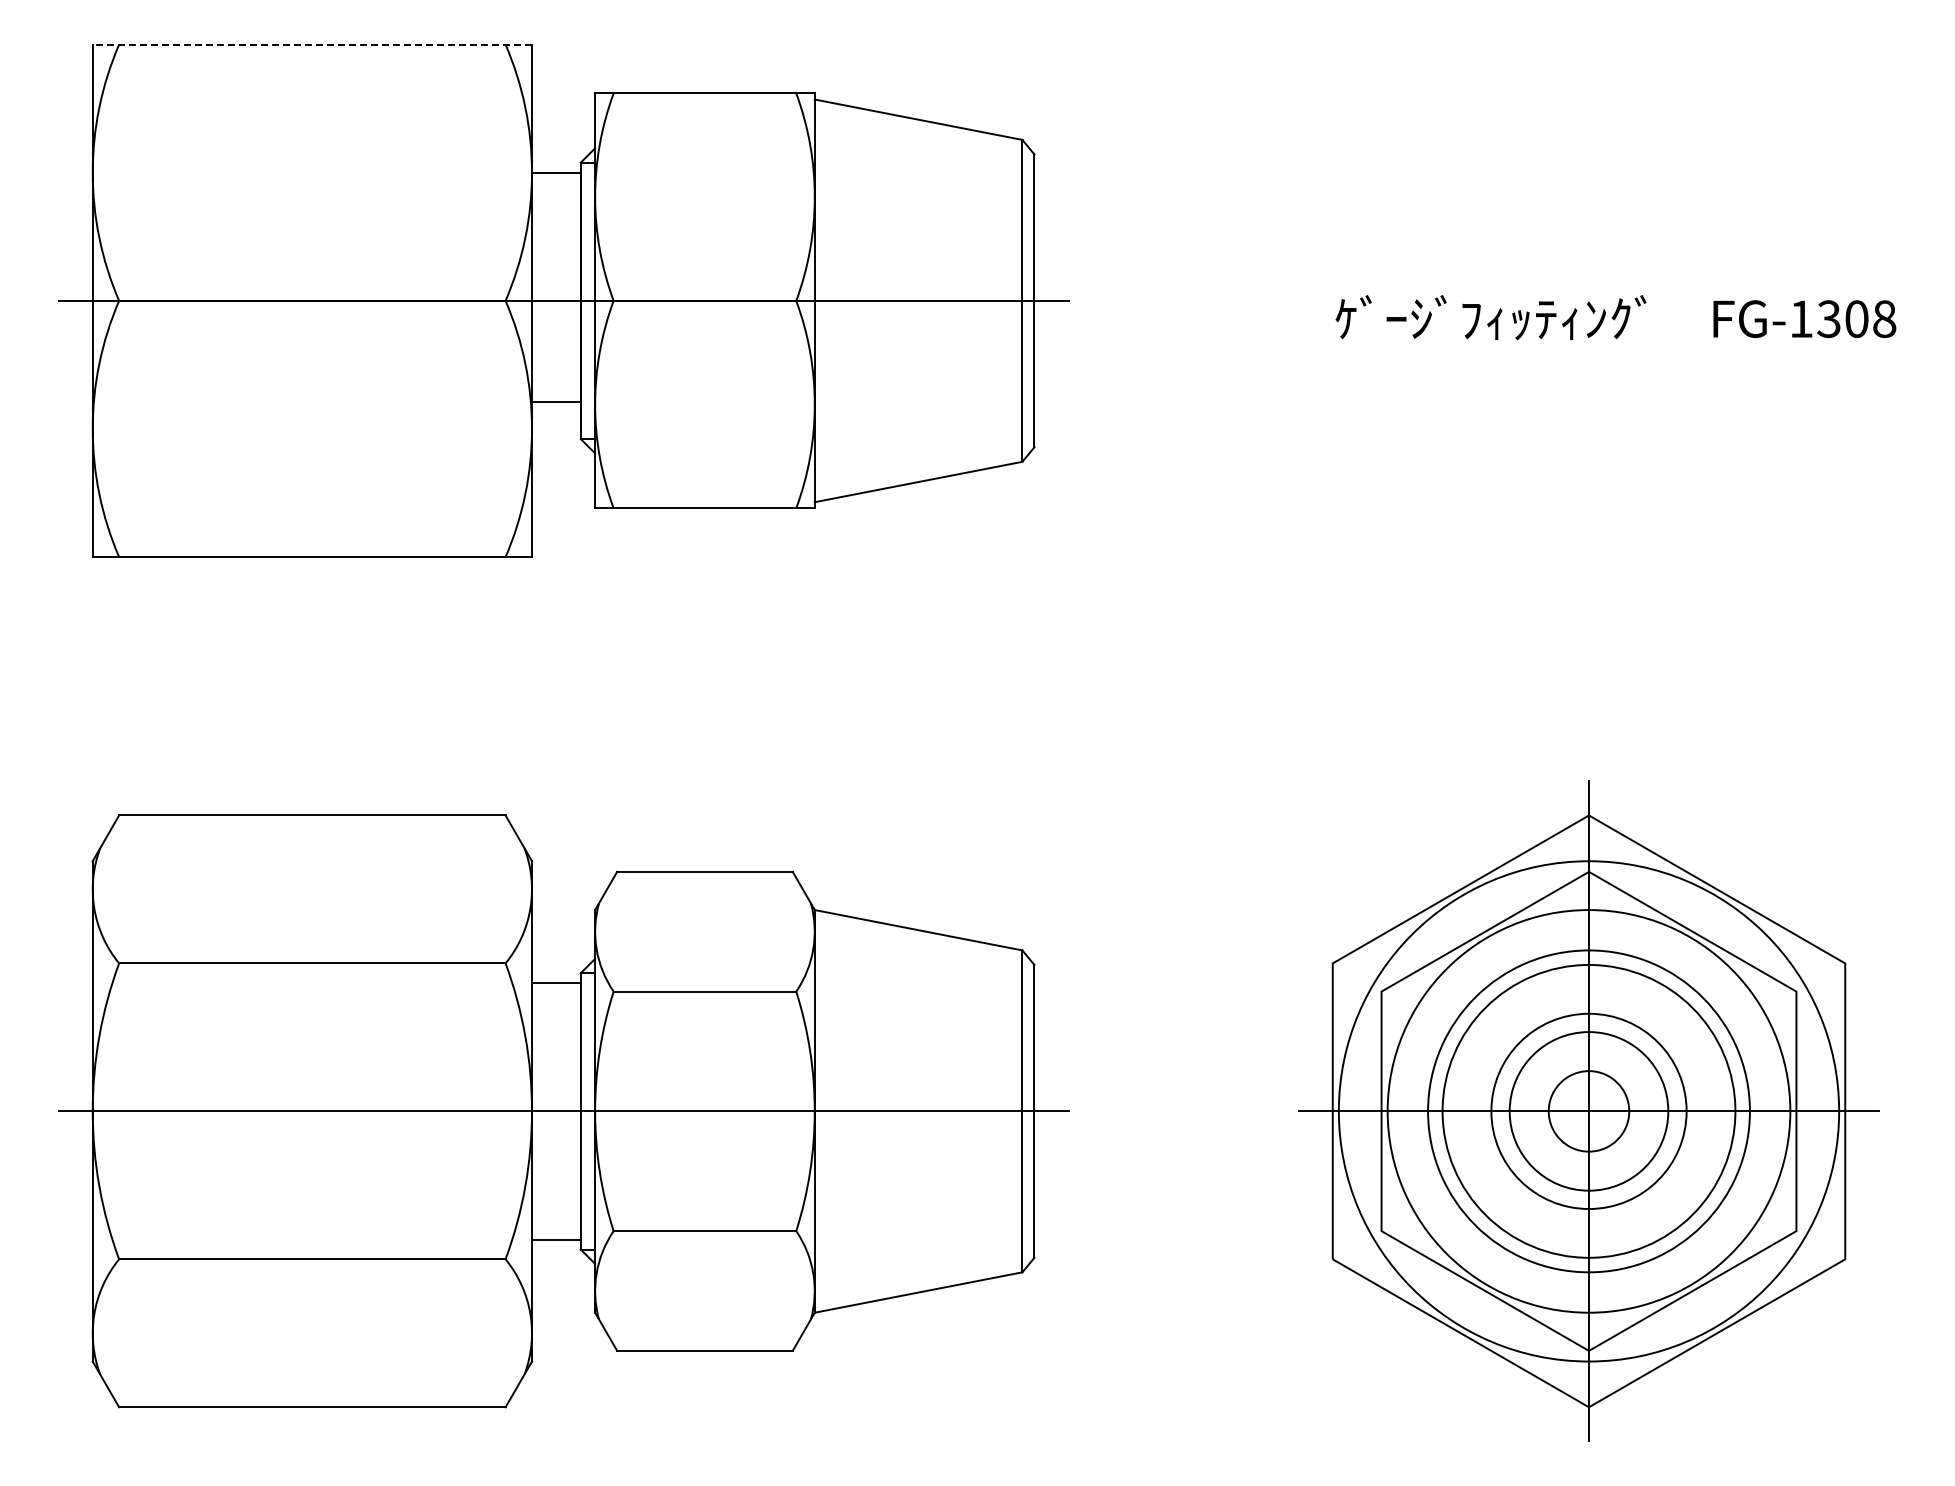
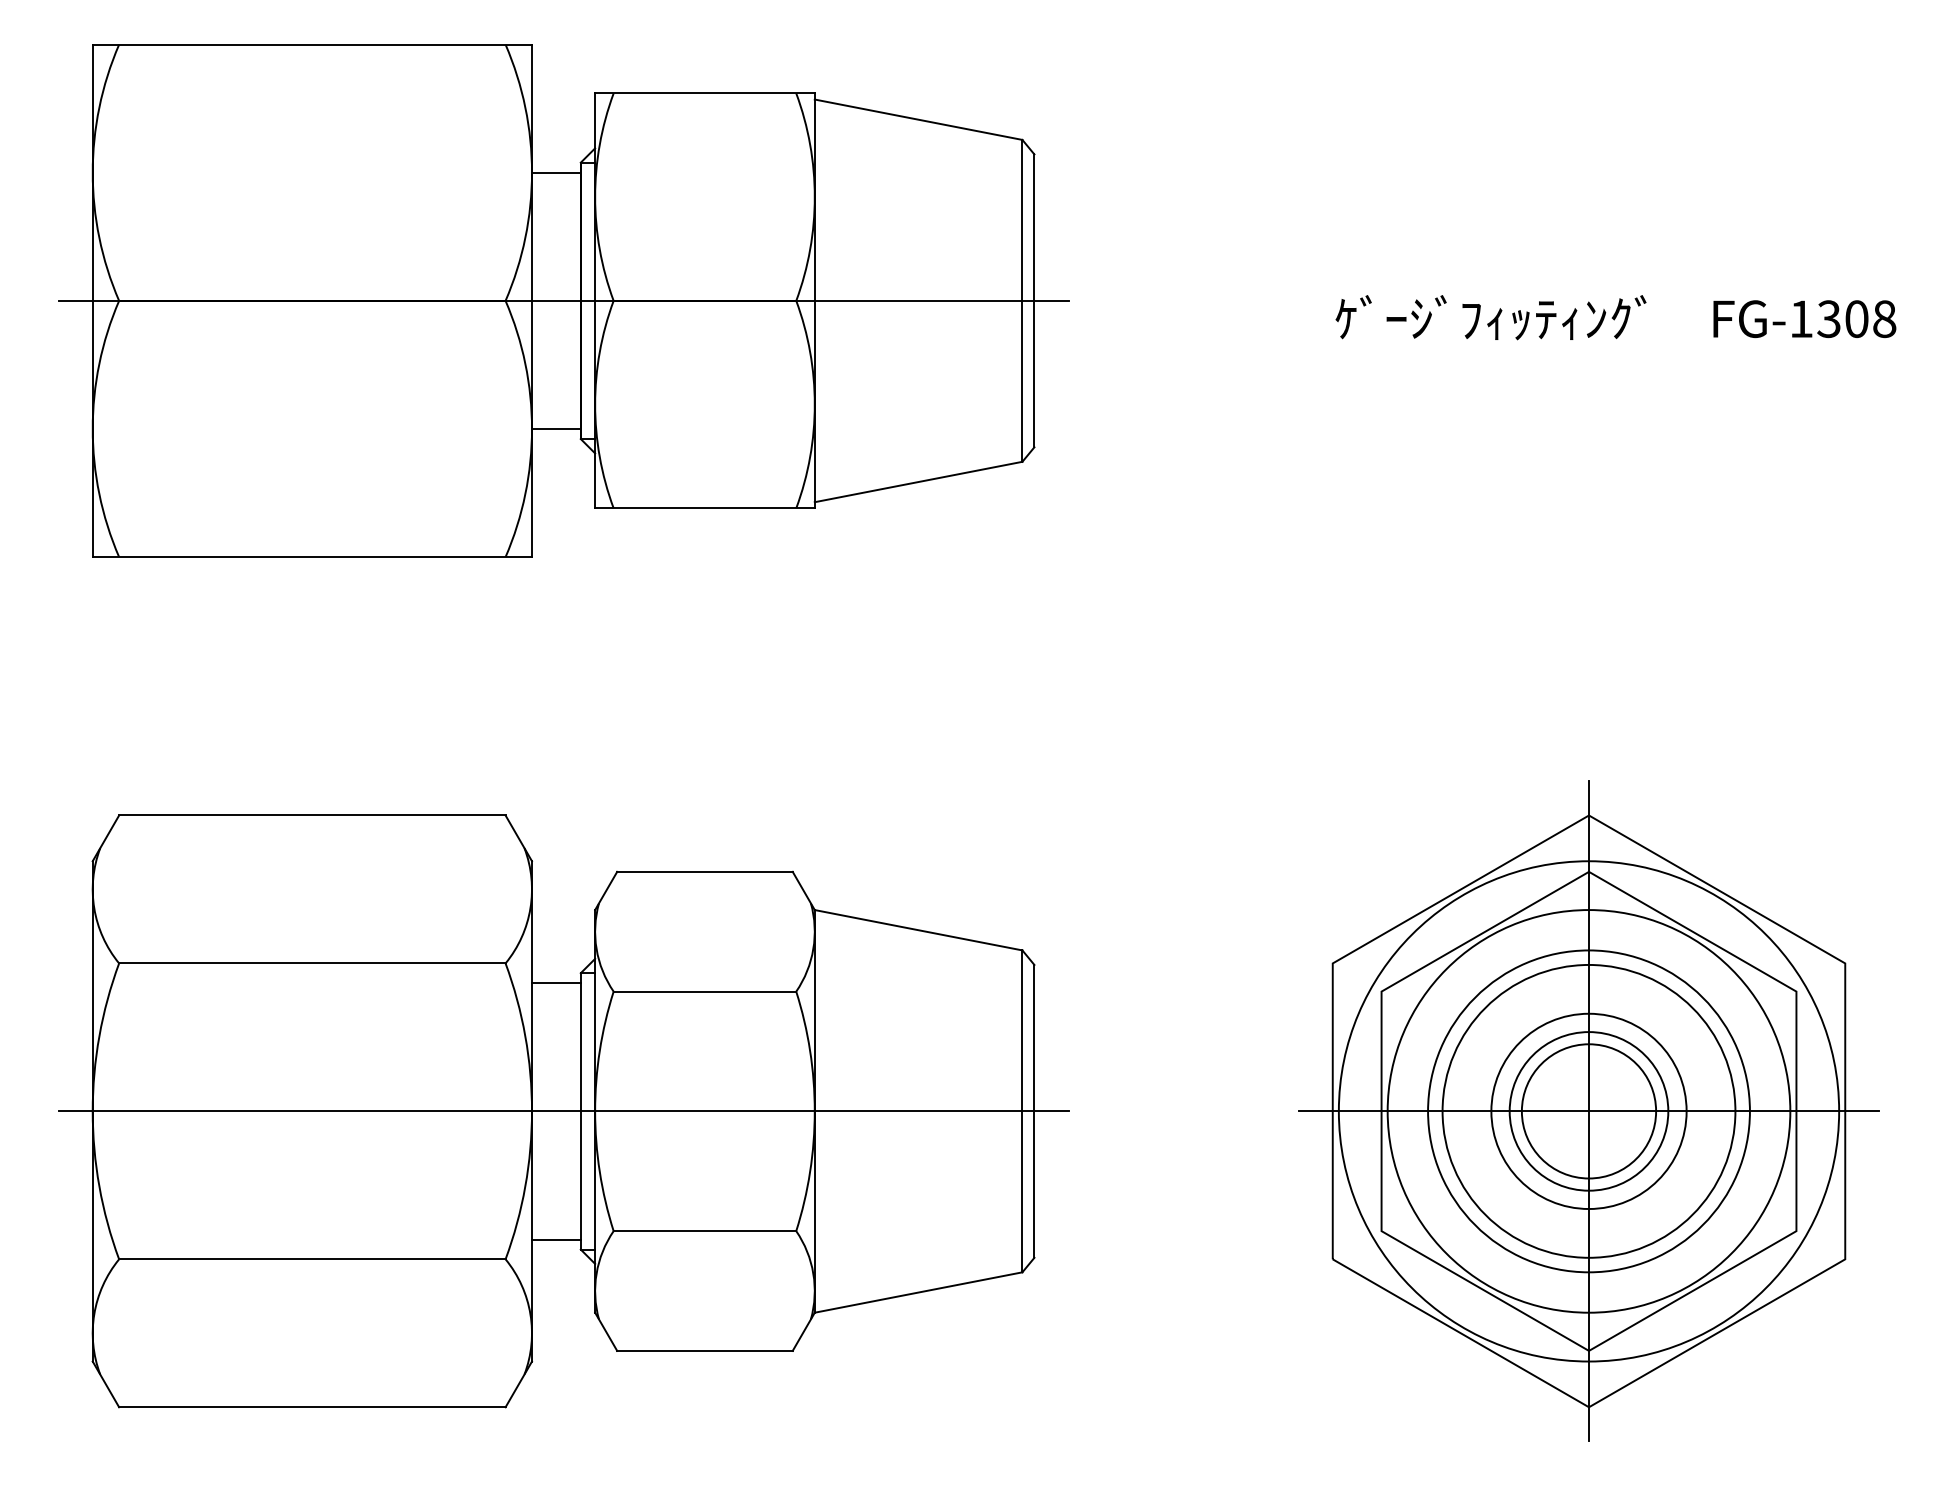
line at (312, 44): dashed -> solid
line at (556, 402) position: (556, 402) -> (556, 429)
circle at (1588, 1111) diameter: 81 px -> 134 px
